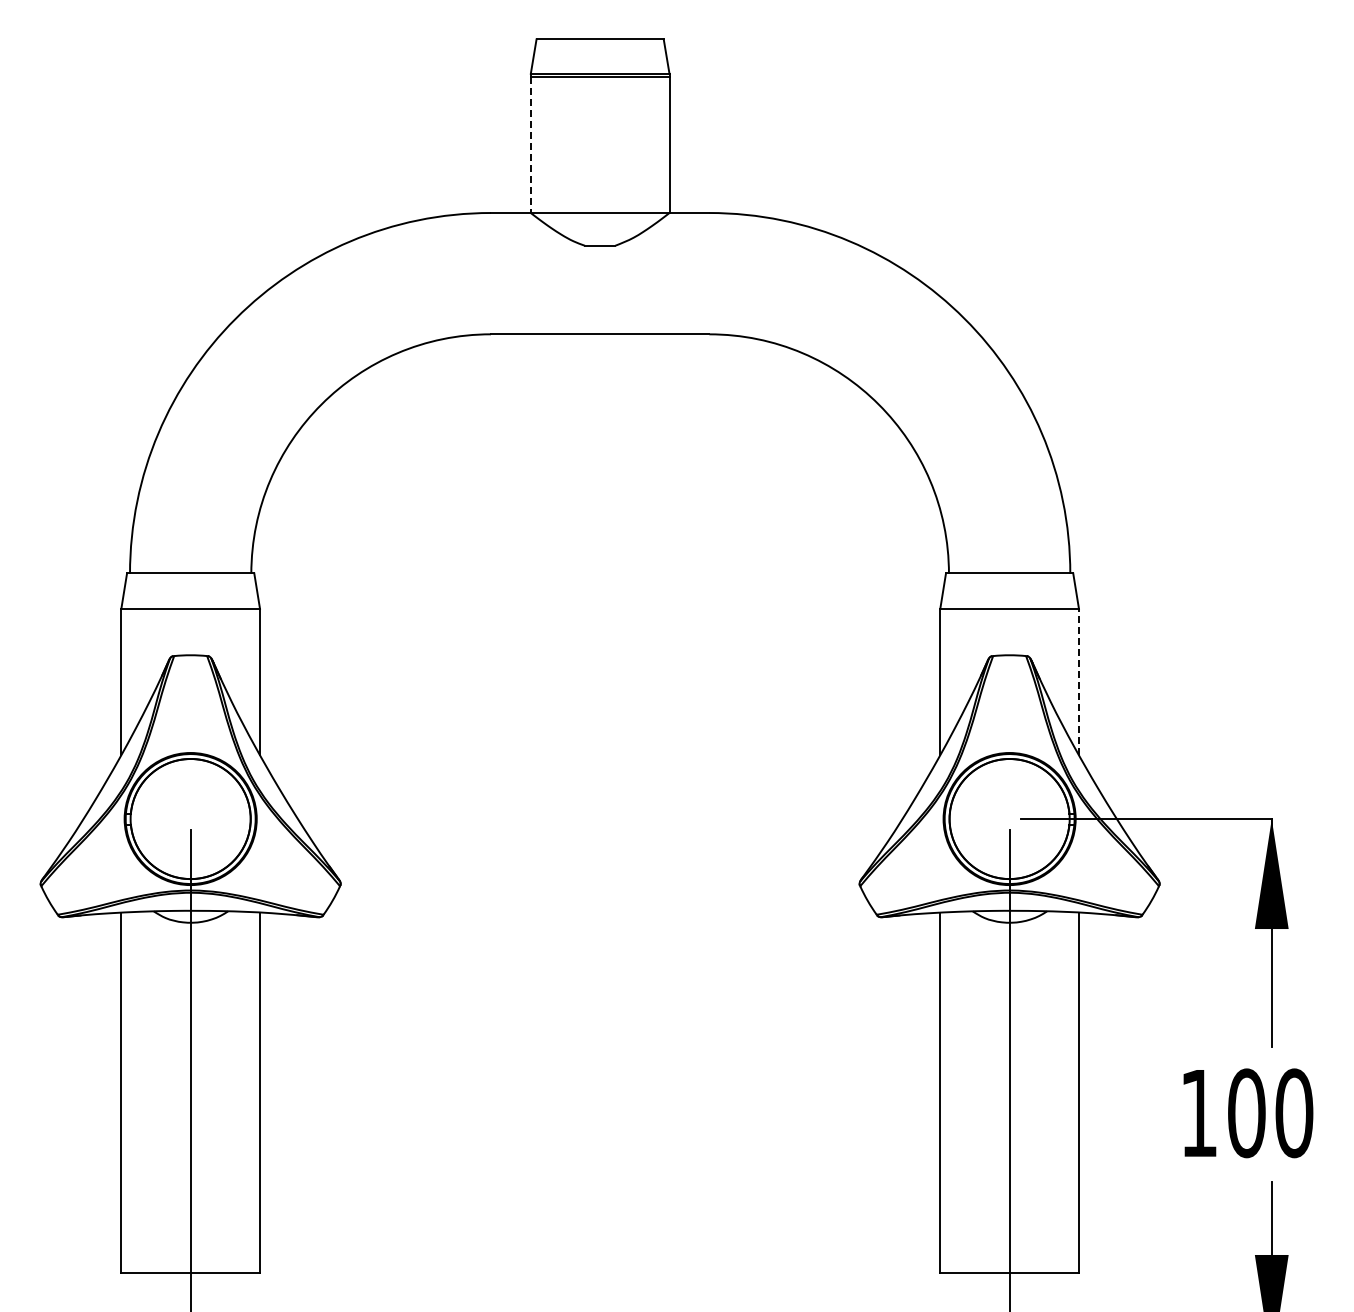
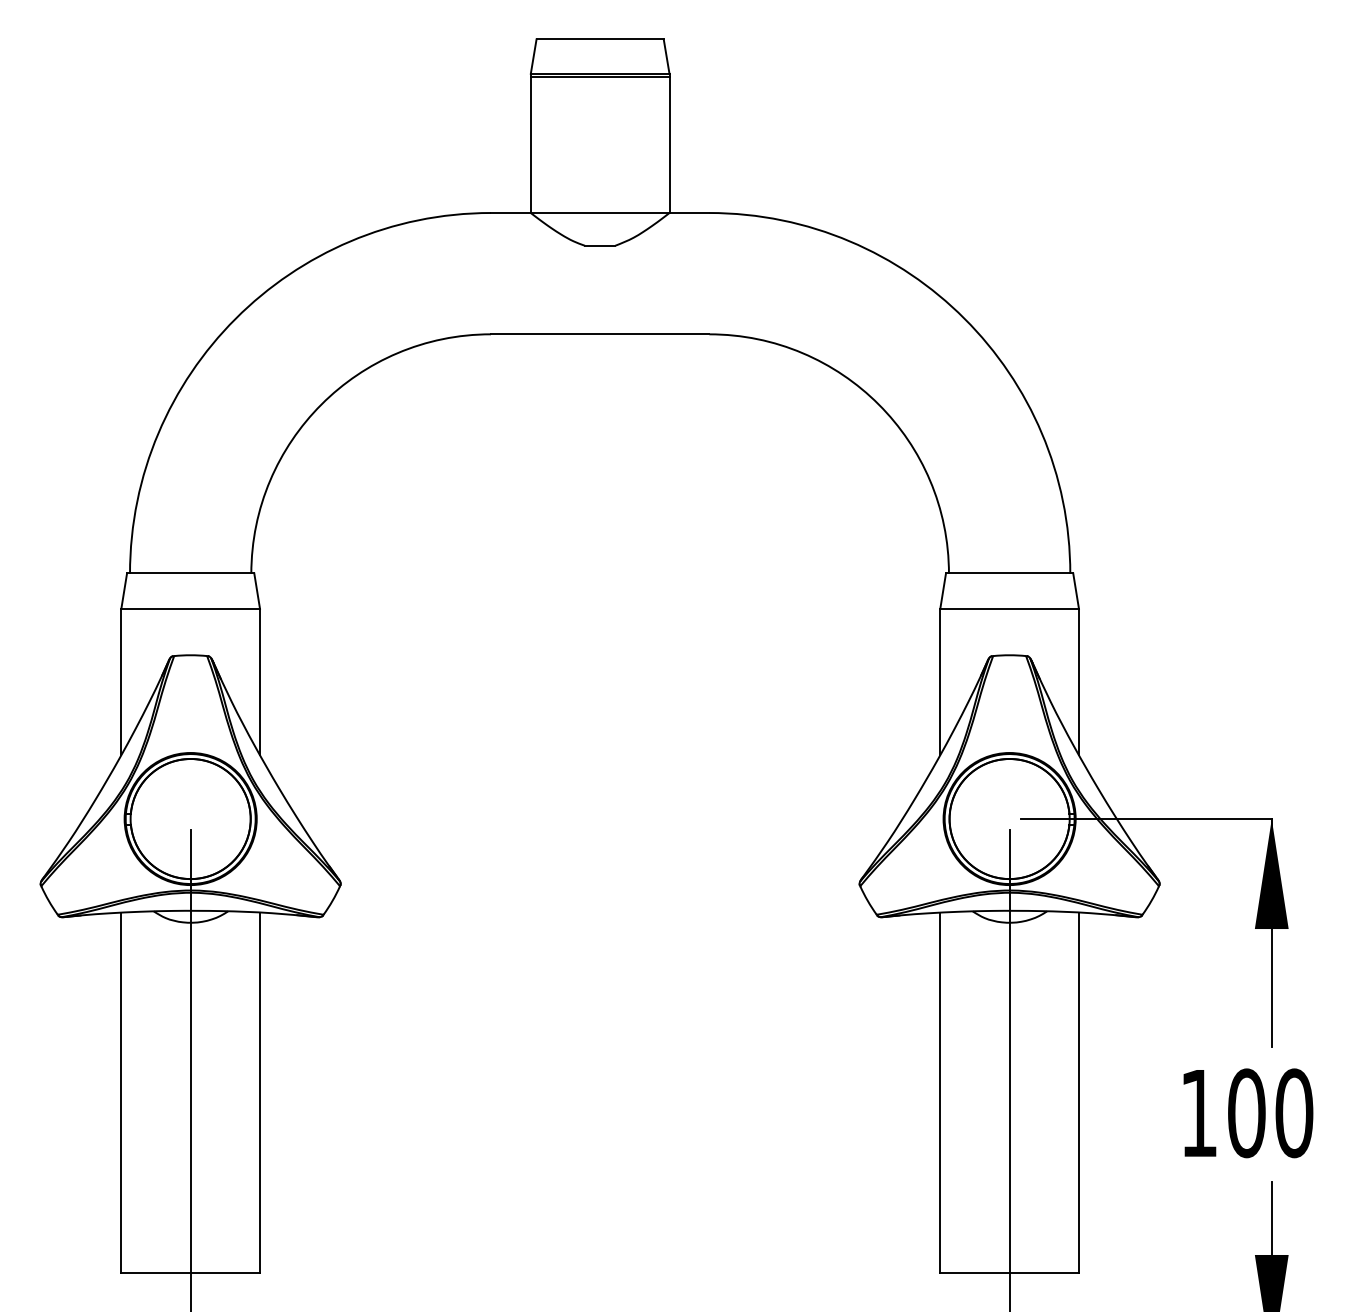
line at (530, 145): dashed -> solid
line at (1078, 681): dashed -> solid
